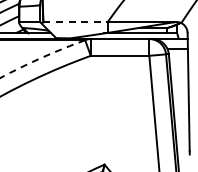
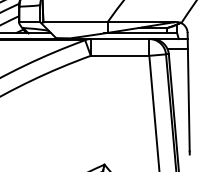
line at (75, 22): dashed -> solid
arc at (41, 57): dashed -> solid
